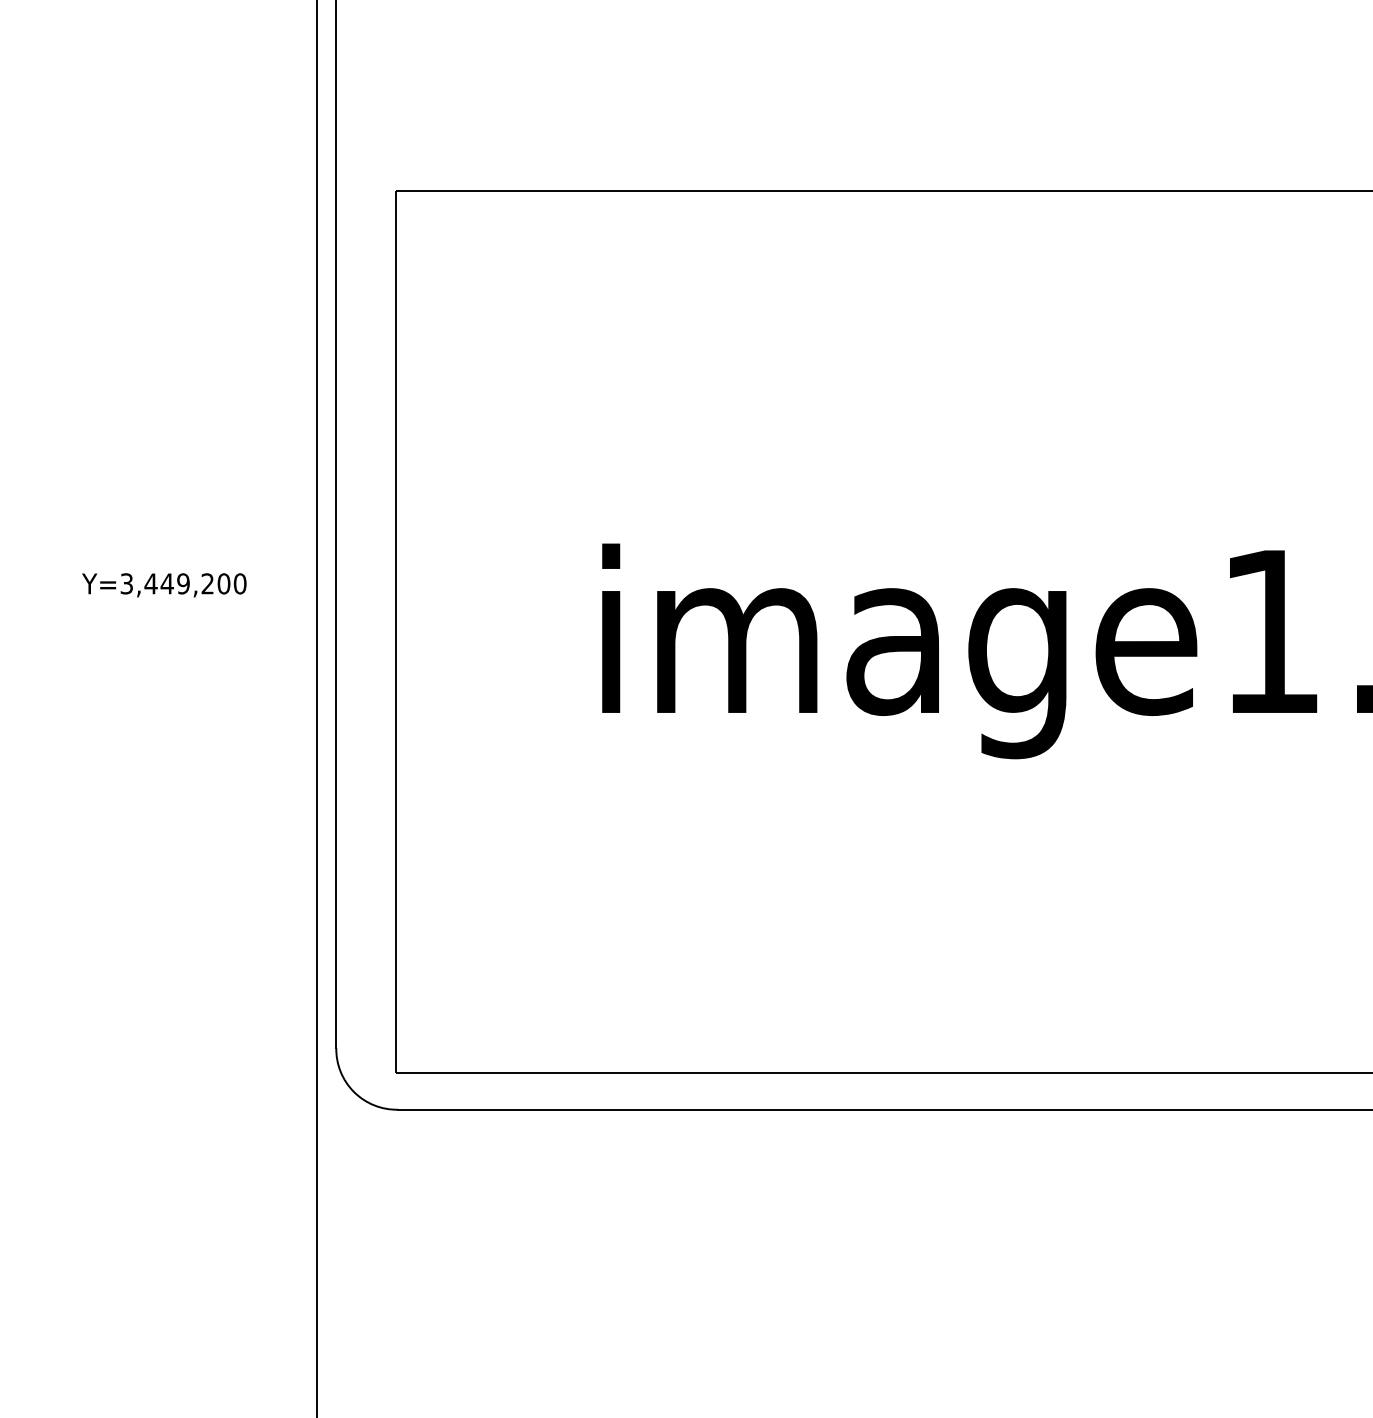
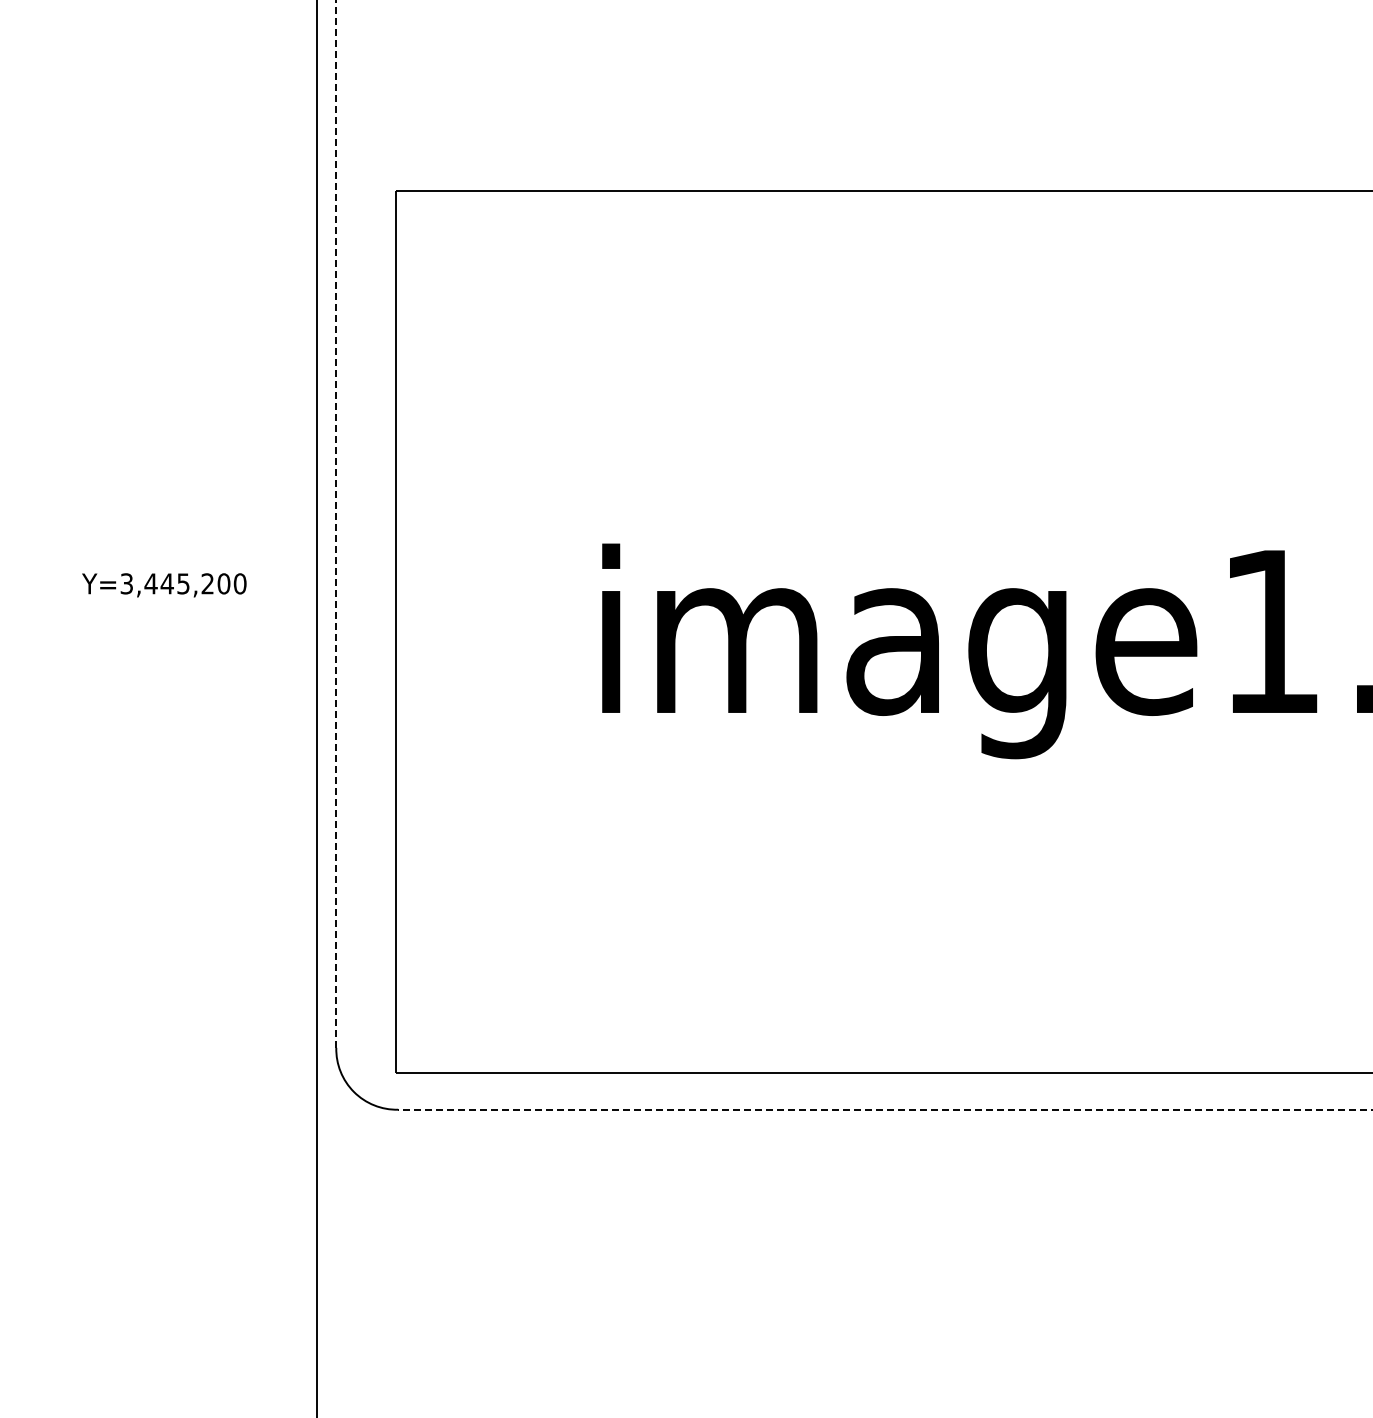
line at (336, 523): solid -> dashed
text at (183, 583): Y=3,449,200 -> Y=3,445,200
line at (885, 1109): solid -> dashed
